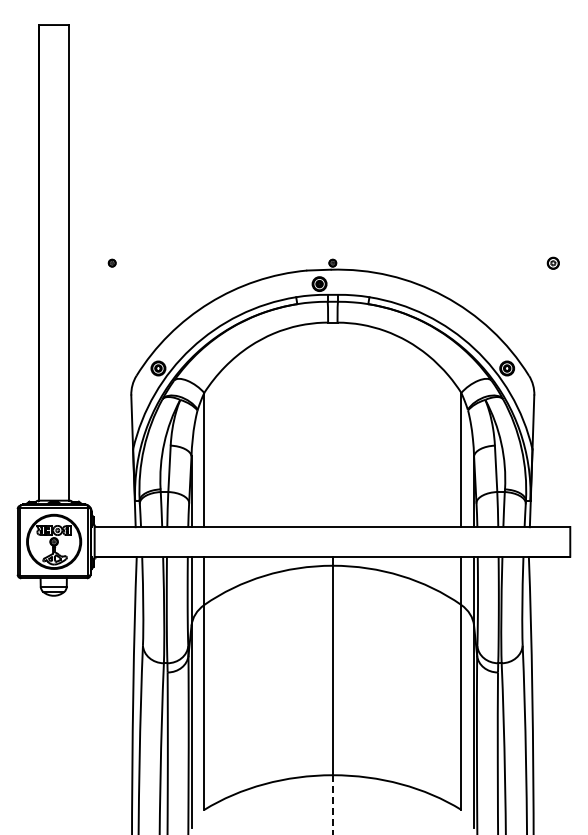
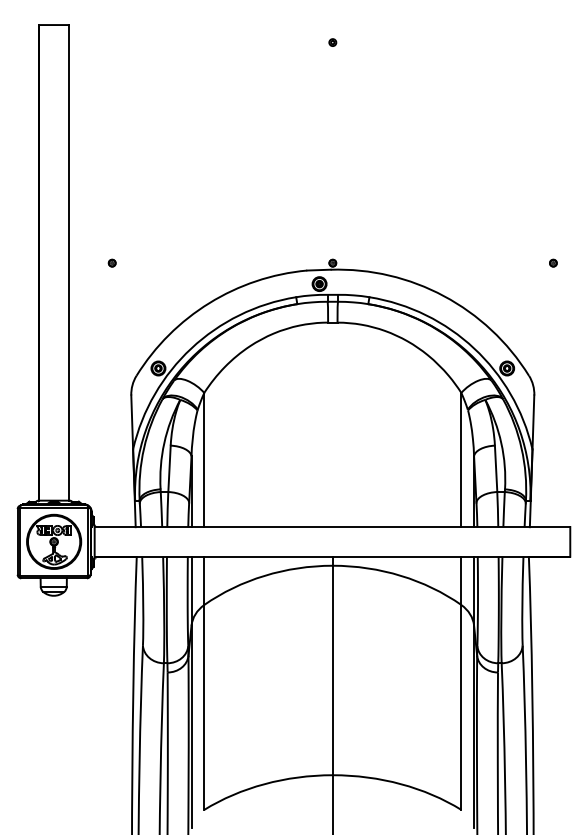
part at (332, 42): none -> present
part at (552, 262) size: 14x14 px -> 9x10 px
line at (332, 805): dashed -> solid
